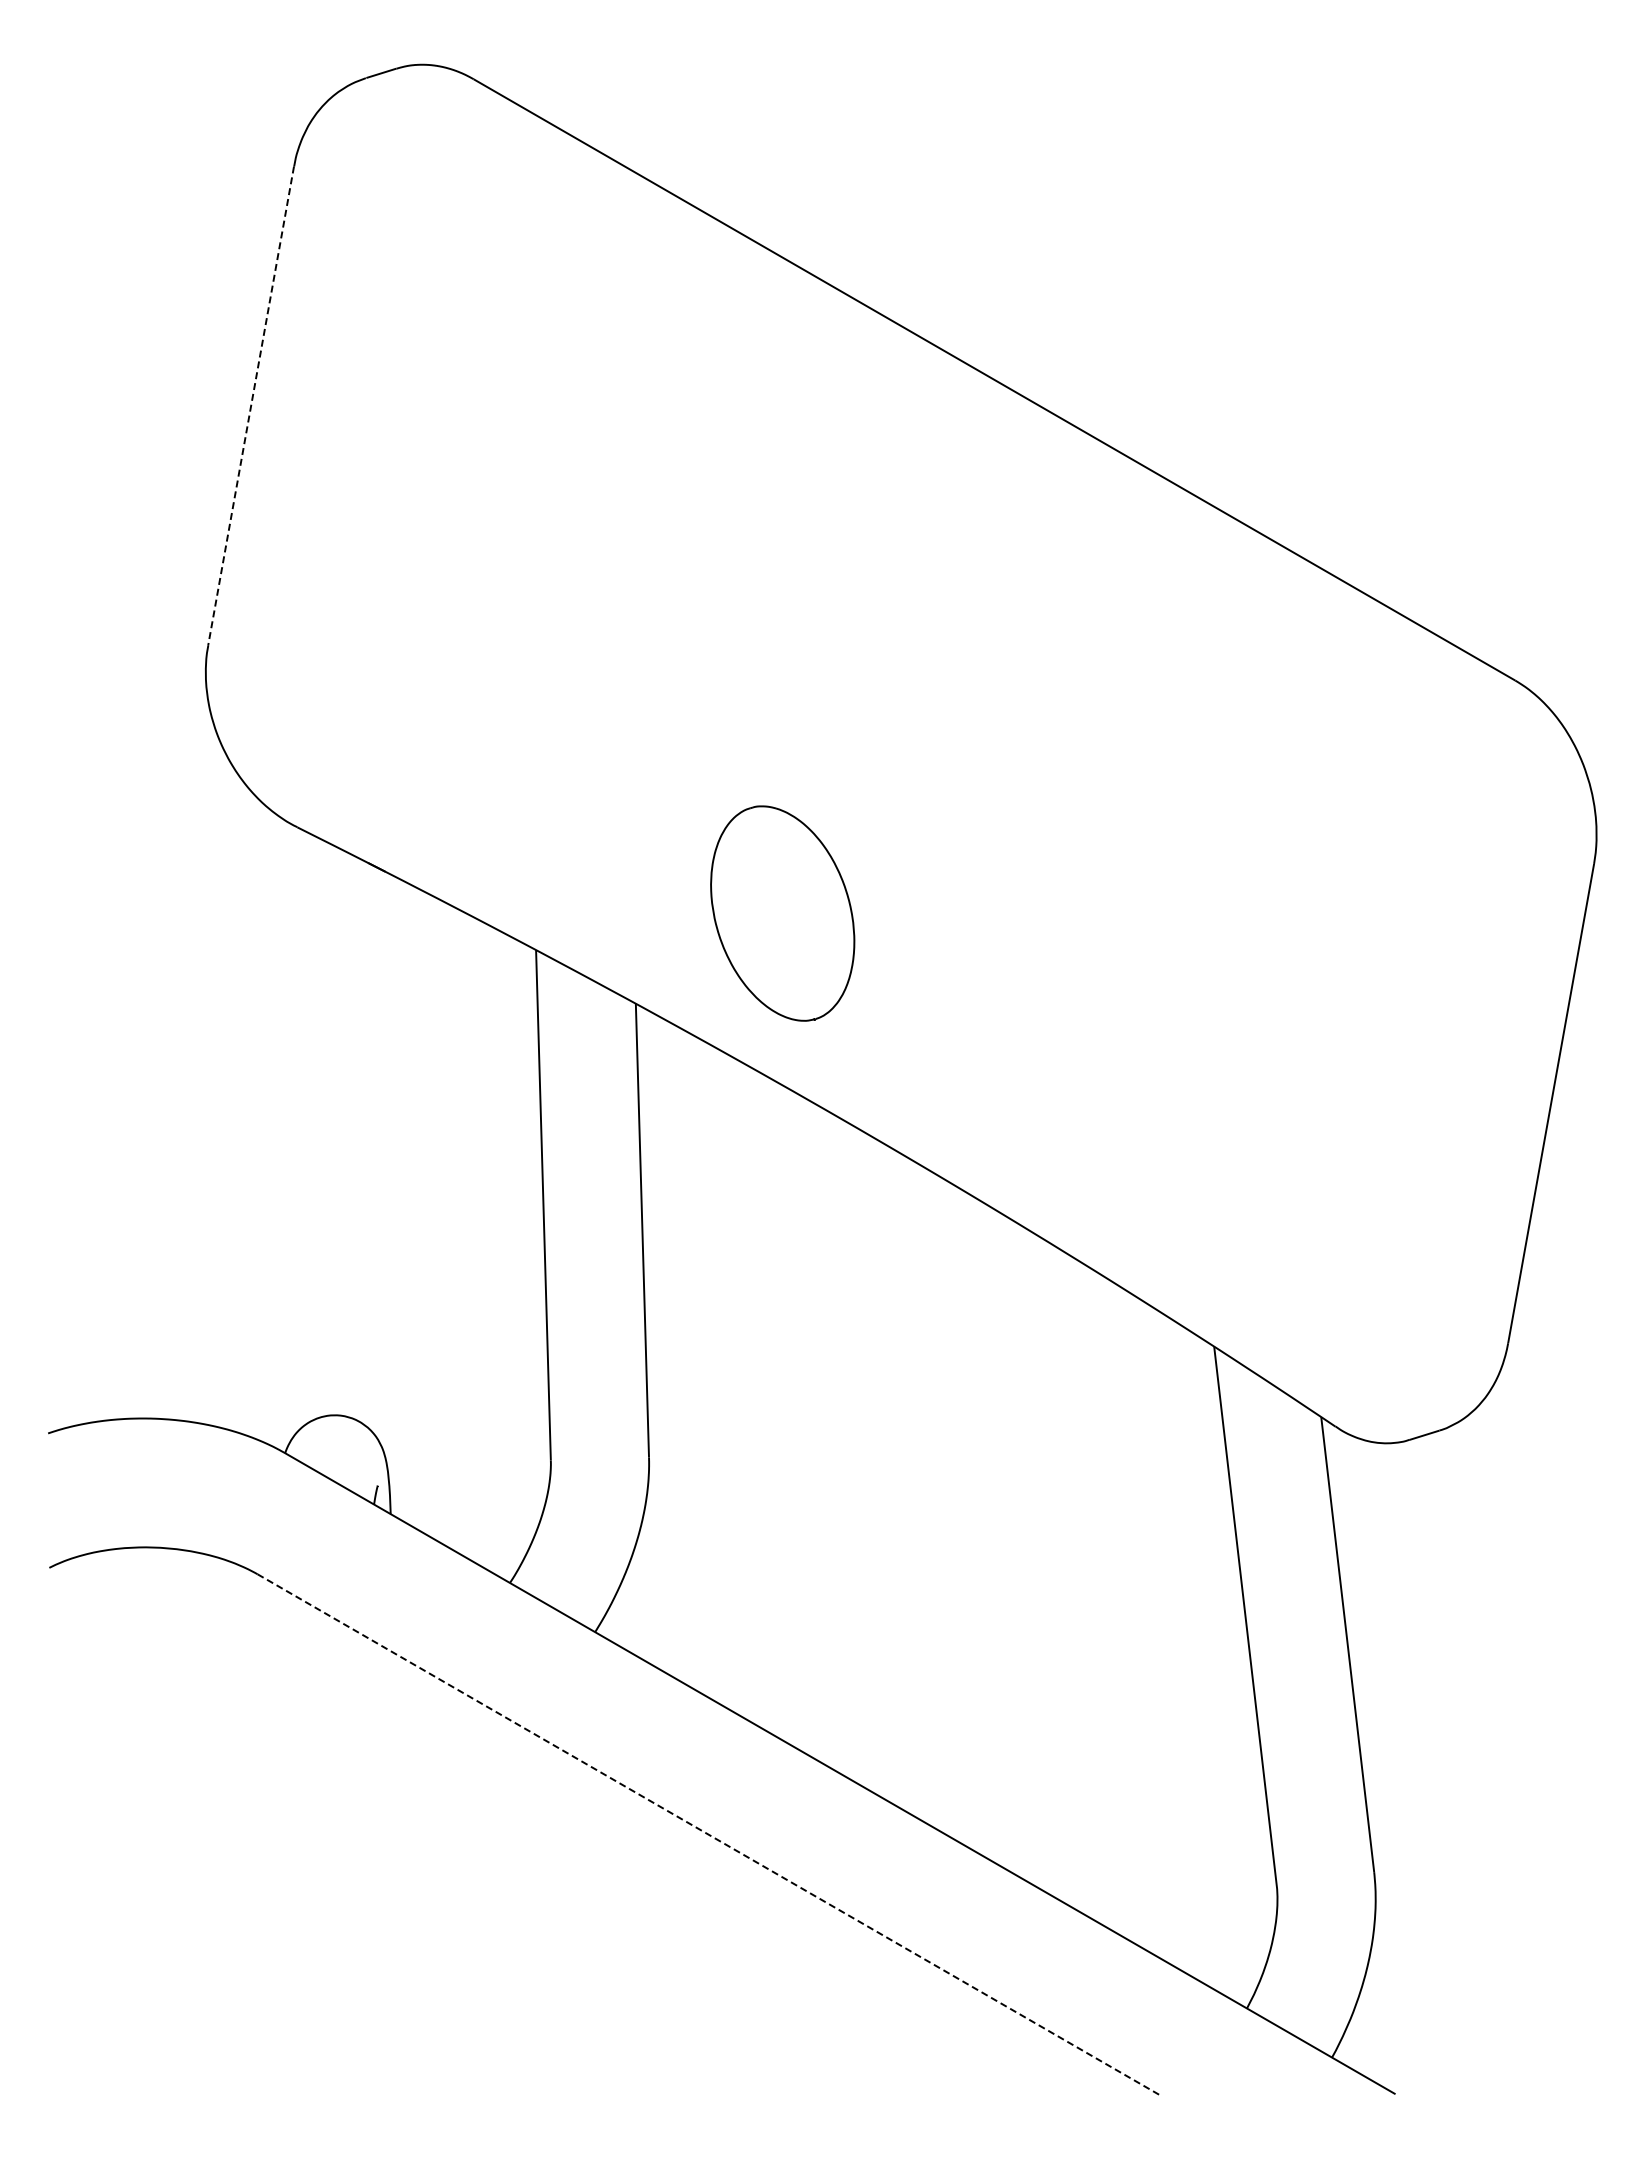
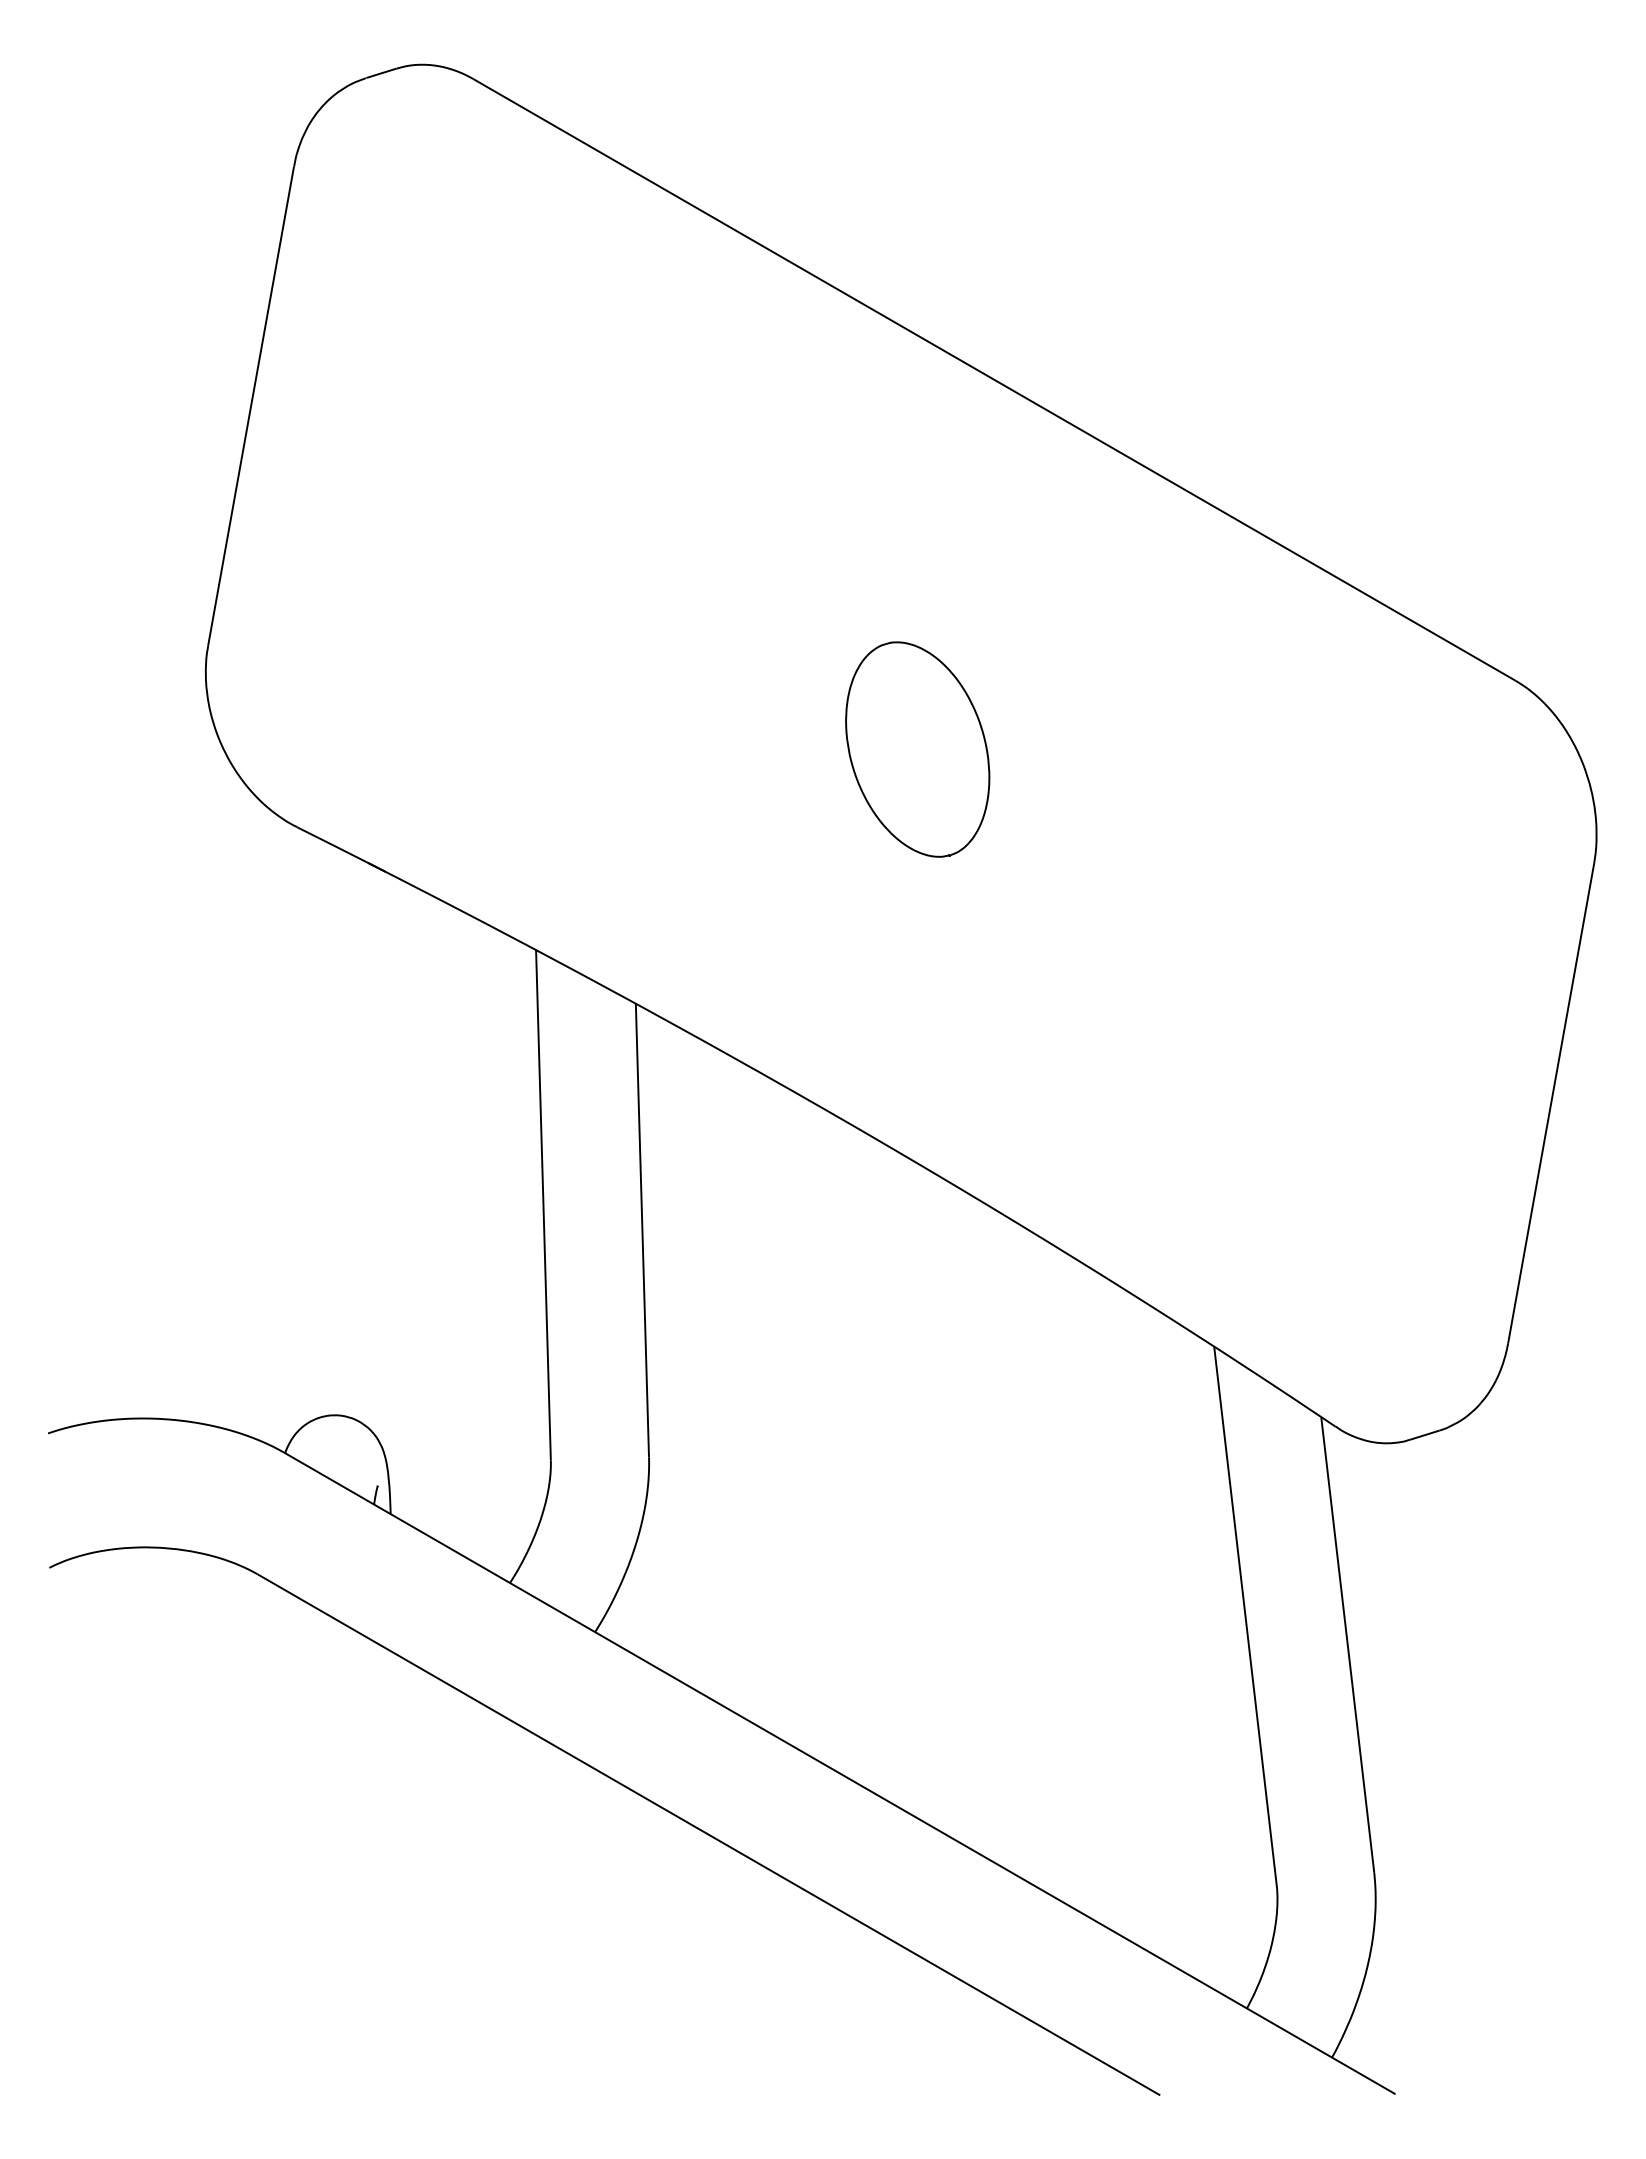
line at (250, 406): dashed -> solid
part at (782, 913) position: (782, 913) -> (917, 749)
line at (709, 1835): dashed -> solid
